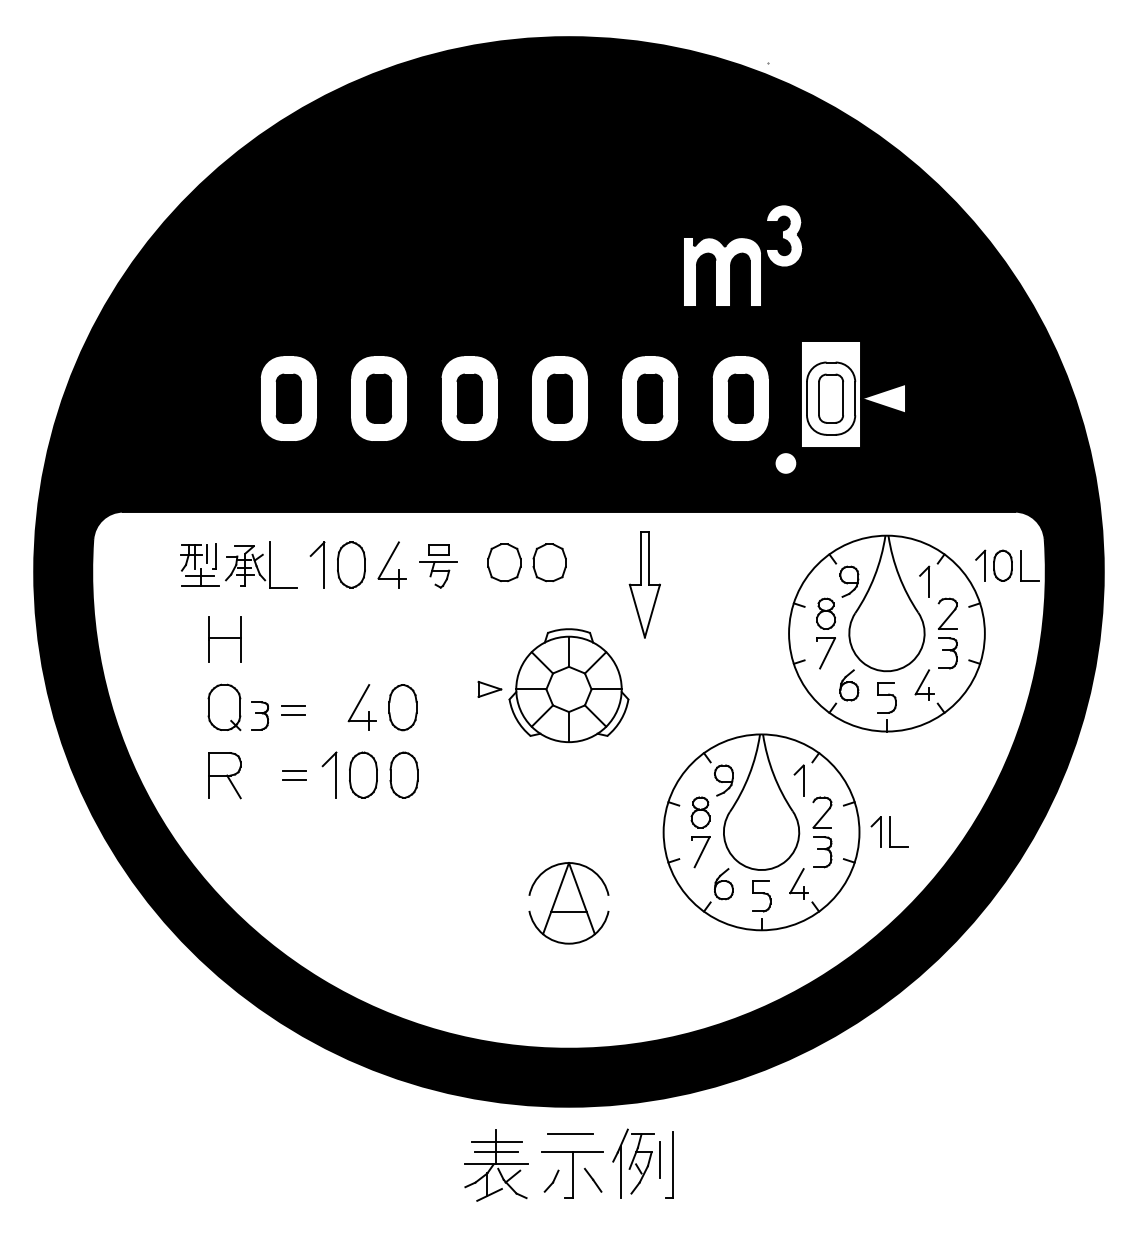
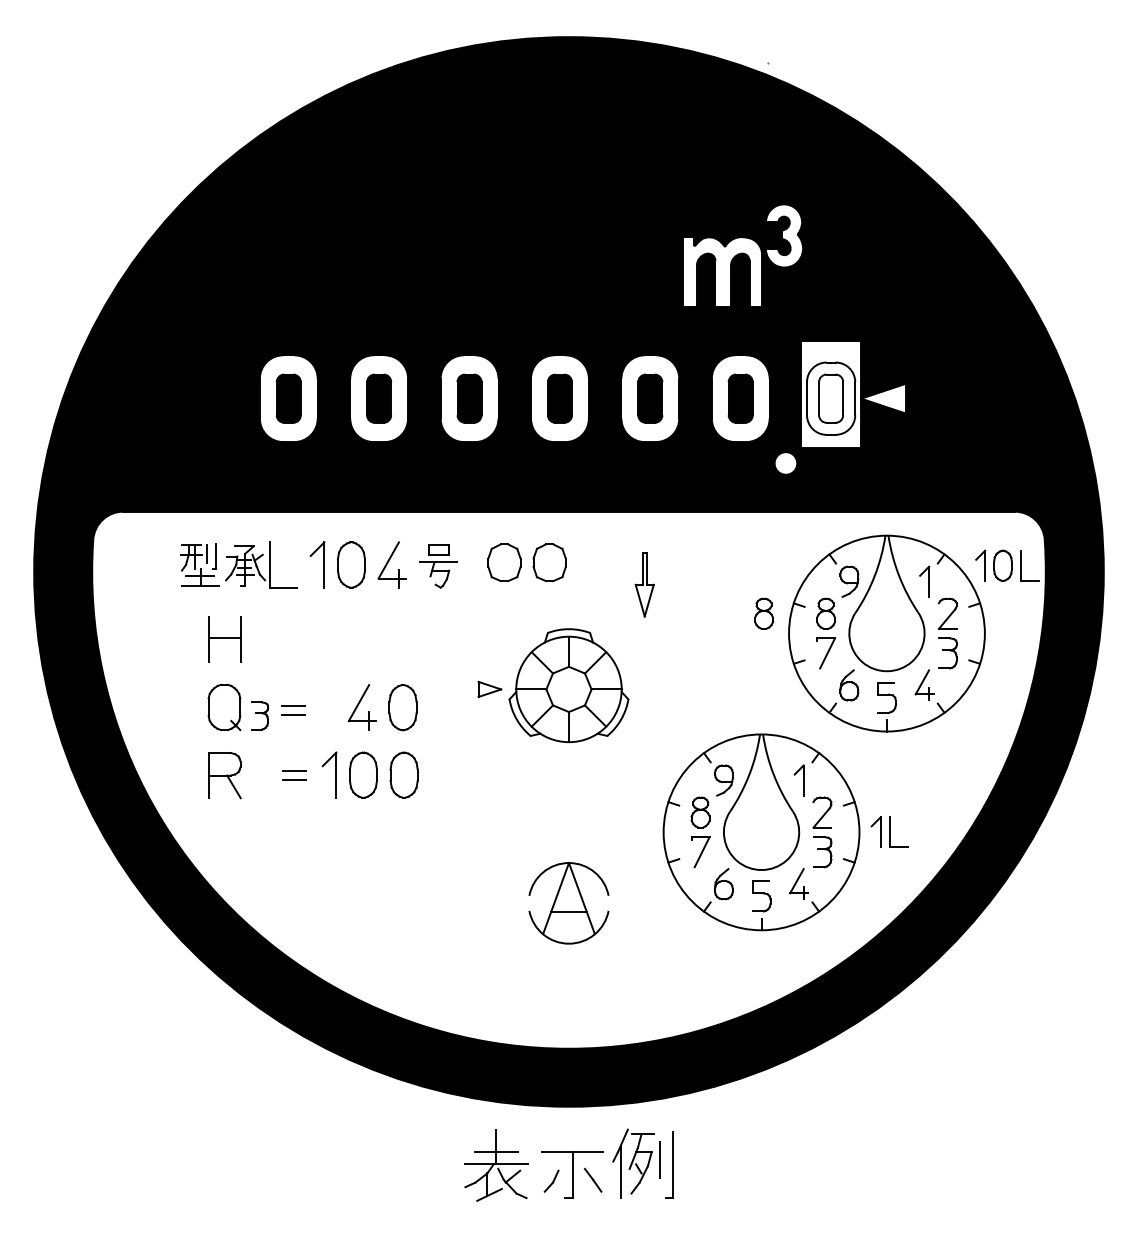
part at (644, 584) size: 33x108 px -> 21x66 px
part at (763, 613): none -> present
line at (570, 1134): present -> none
line at (496, 1141): present -> none
